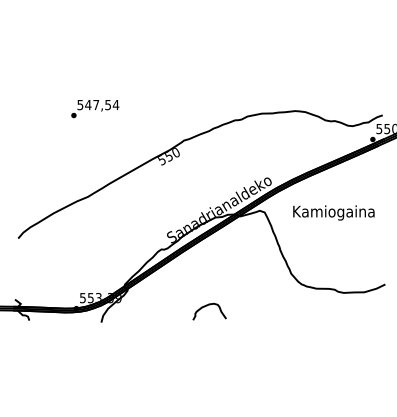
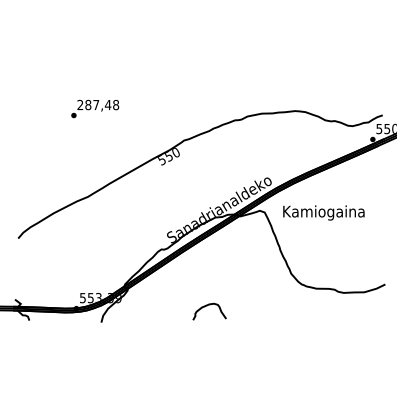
text at (97, 104): 547,54 -> 287,48
text at (333, 212) position: (333, 212) -> (323, 212)
